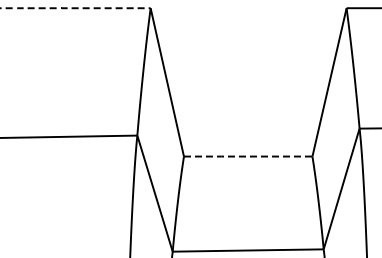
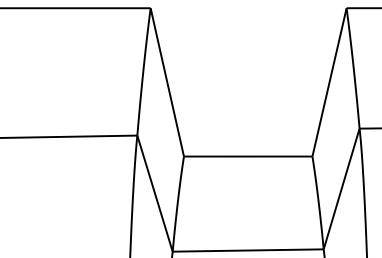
line at (74, 8): dashed -> solid
line at (248, 156): dashed -> solid
